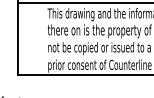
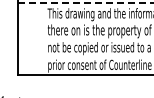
line at (86, 3): solid -> dashed
